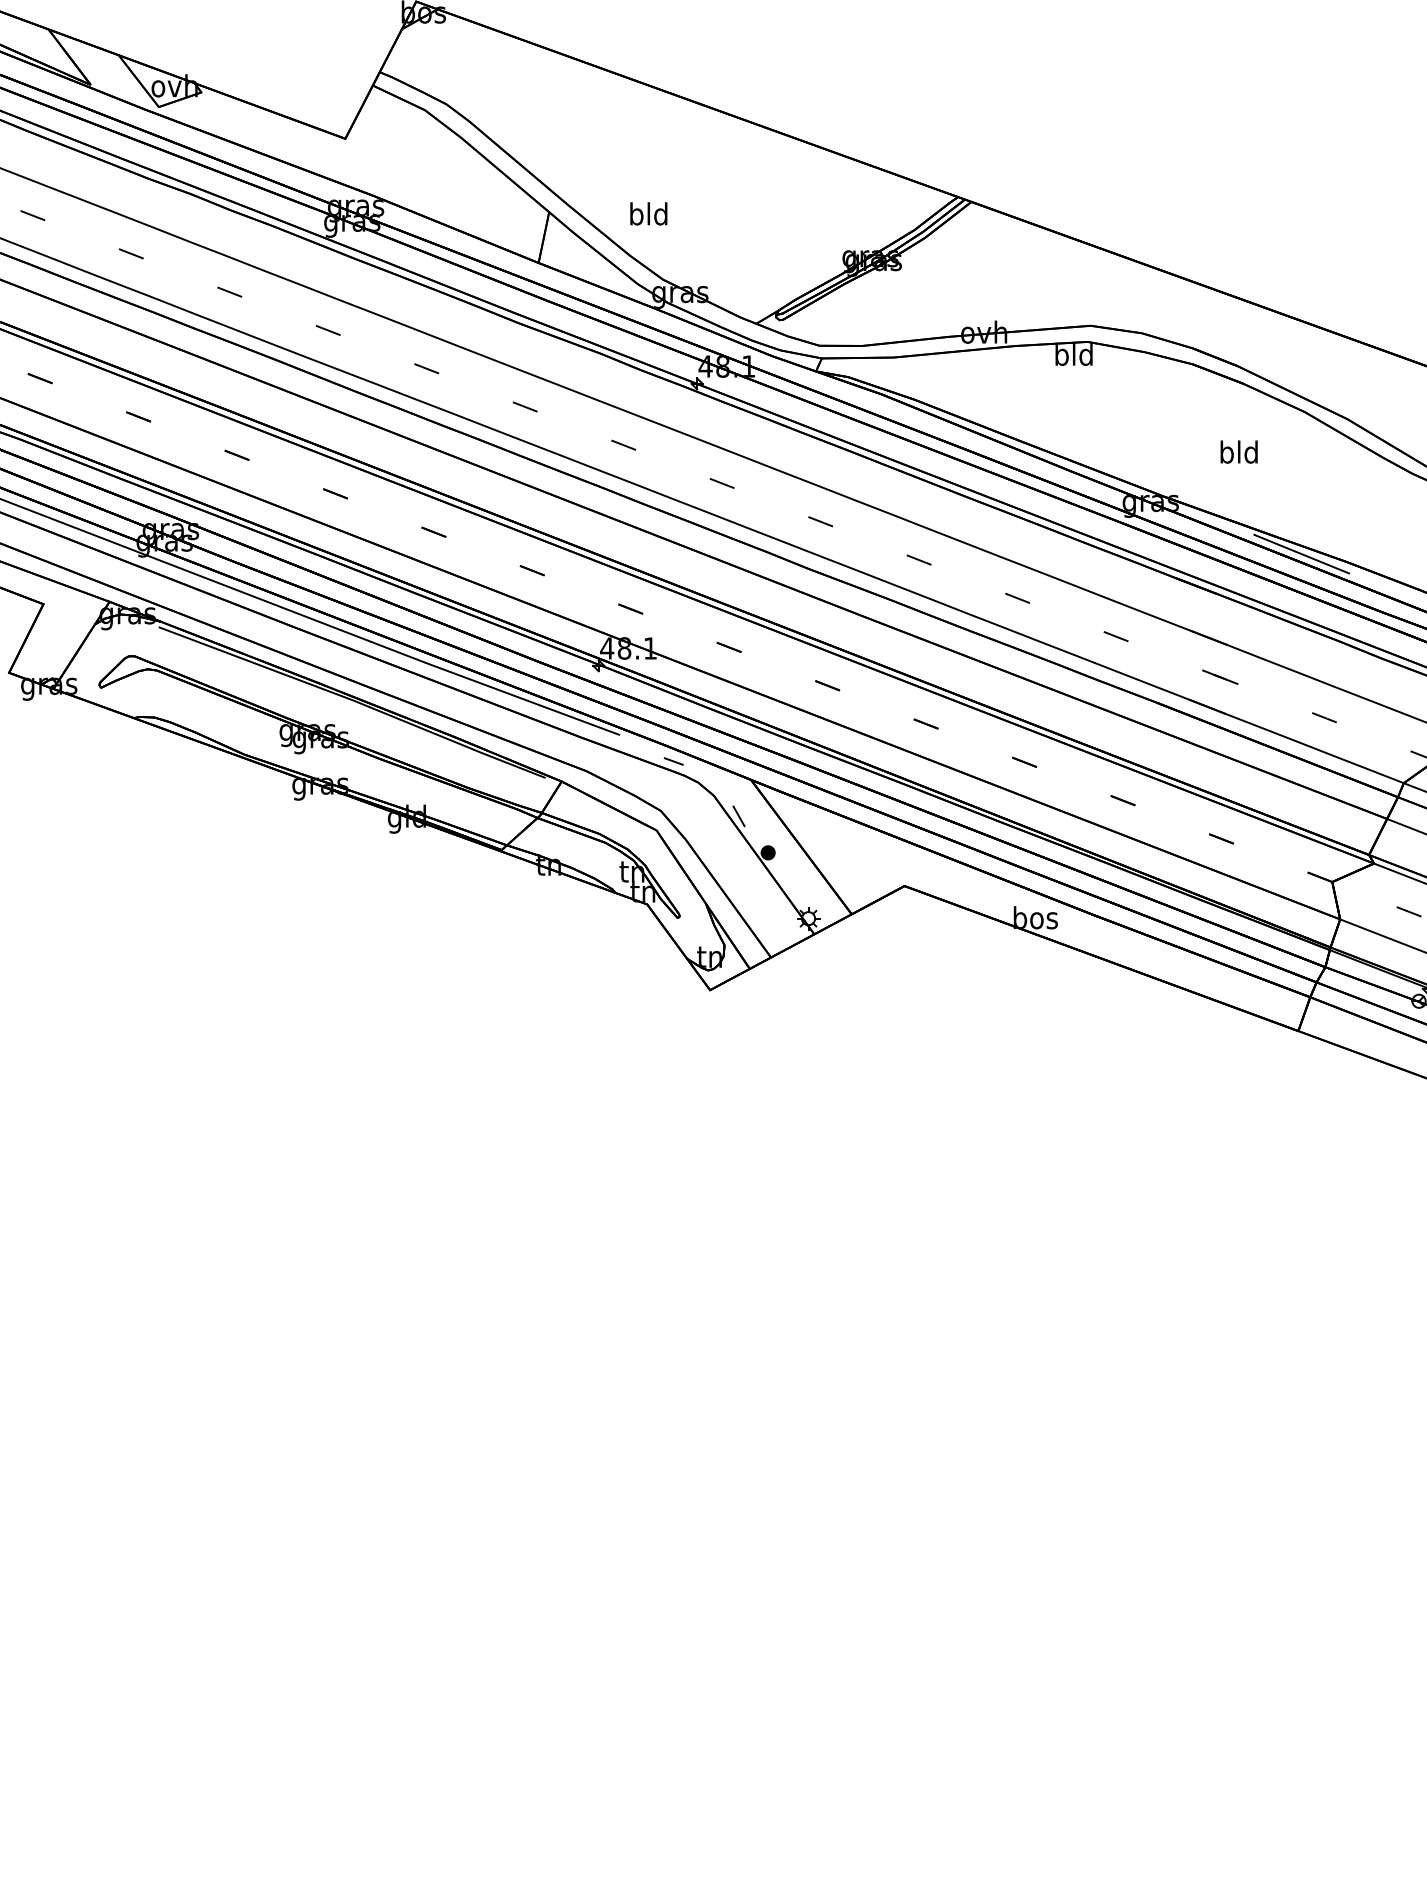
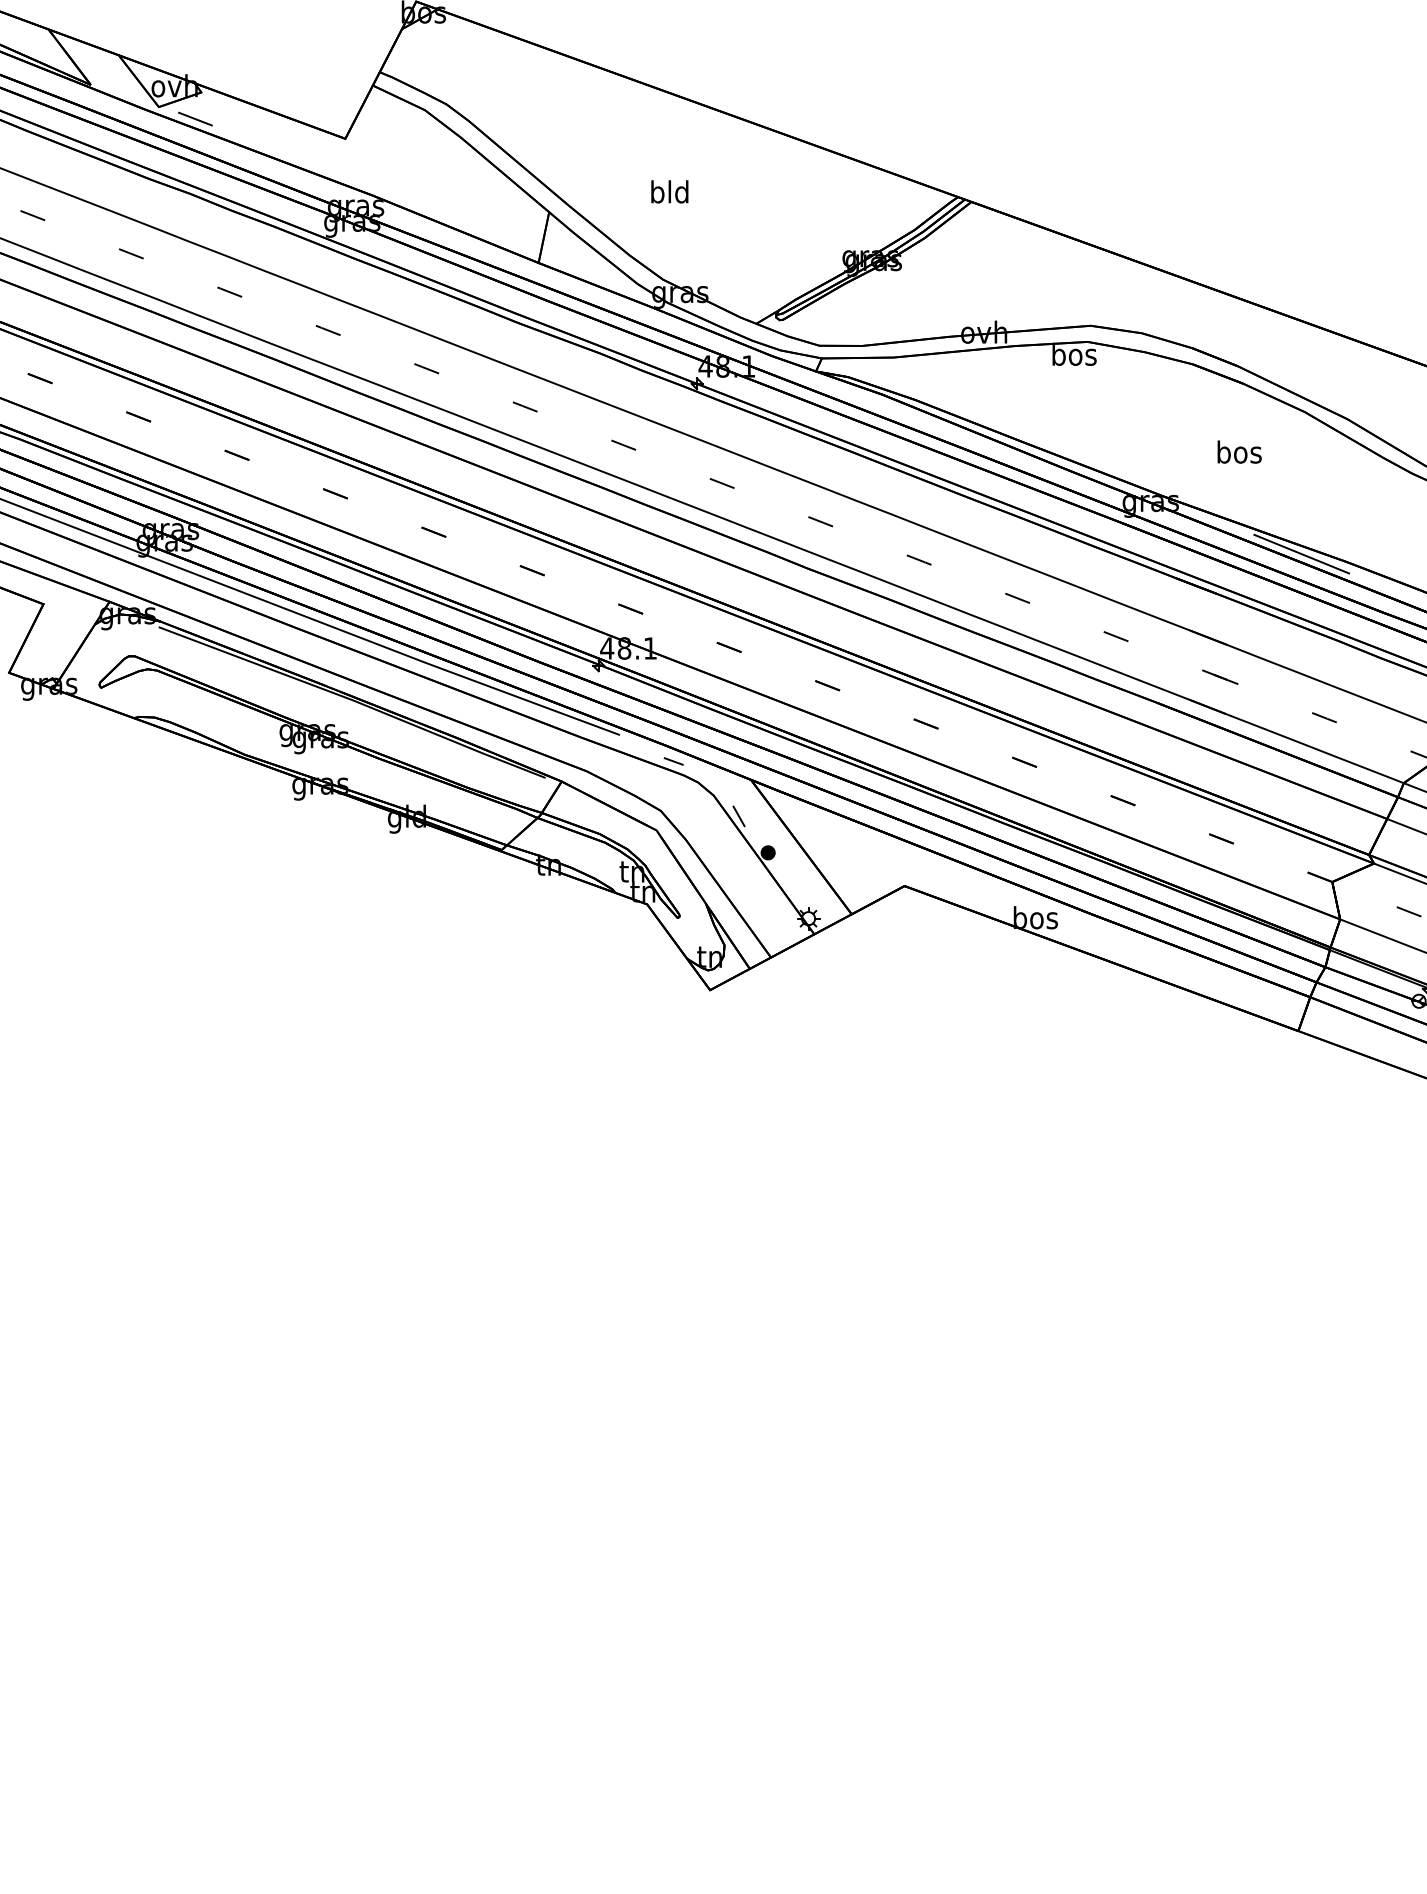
line at (195, 118): none -> present
text at (648, 213) position: (648, 213) -> (669, 191)
text at (1074, 353): bld -> bos
text at (1239, 451): bld -> bos
